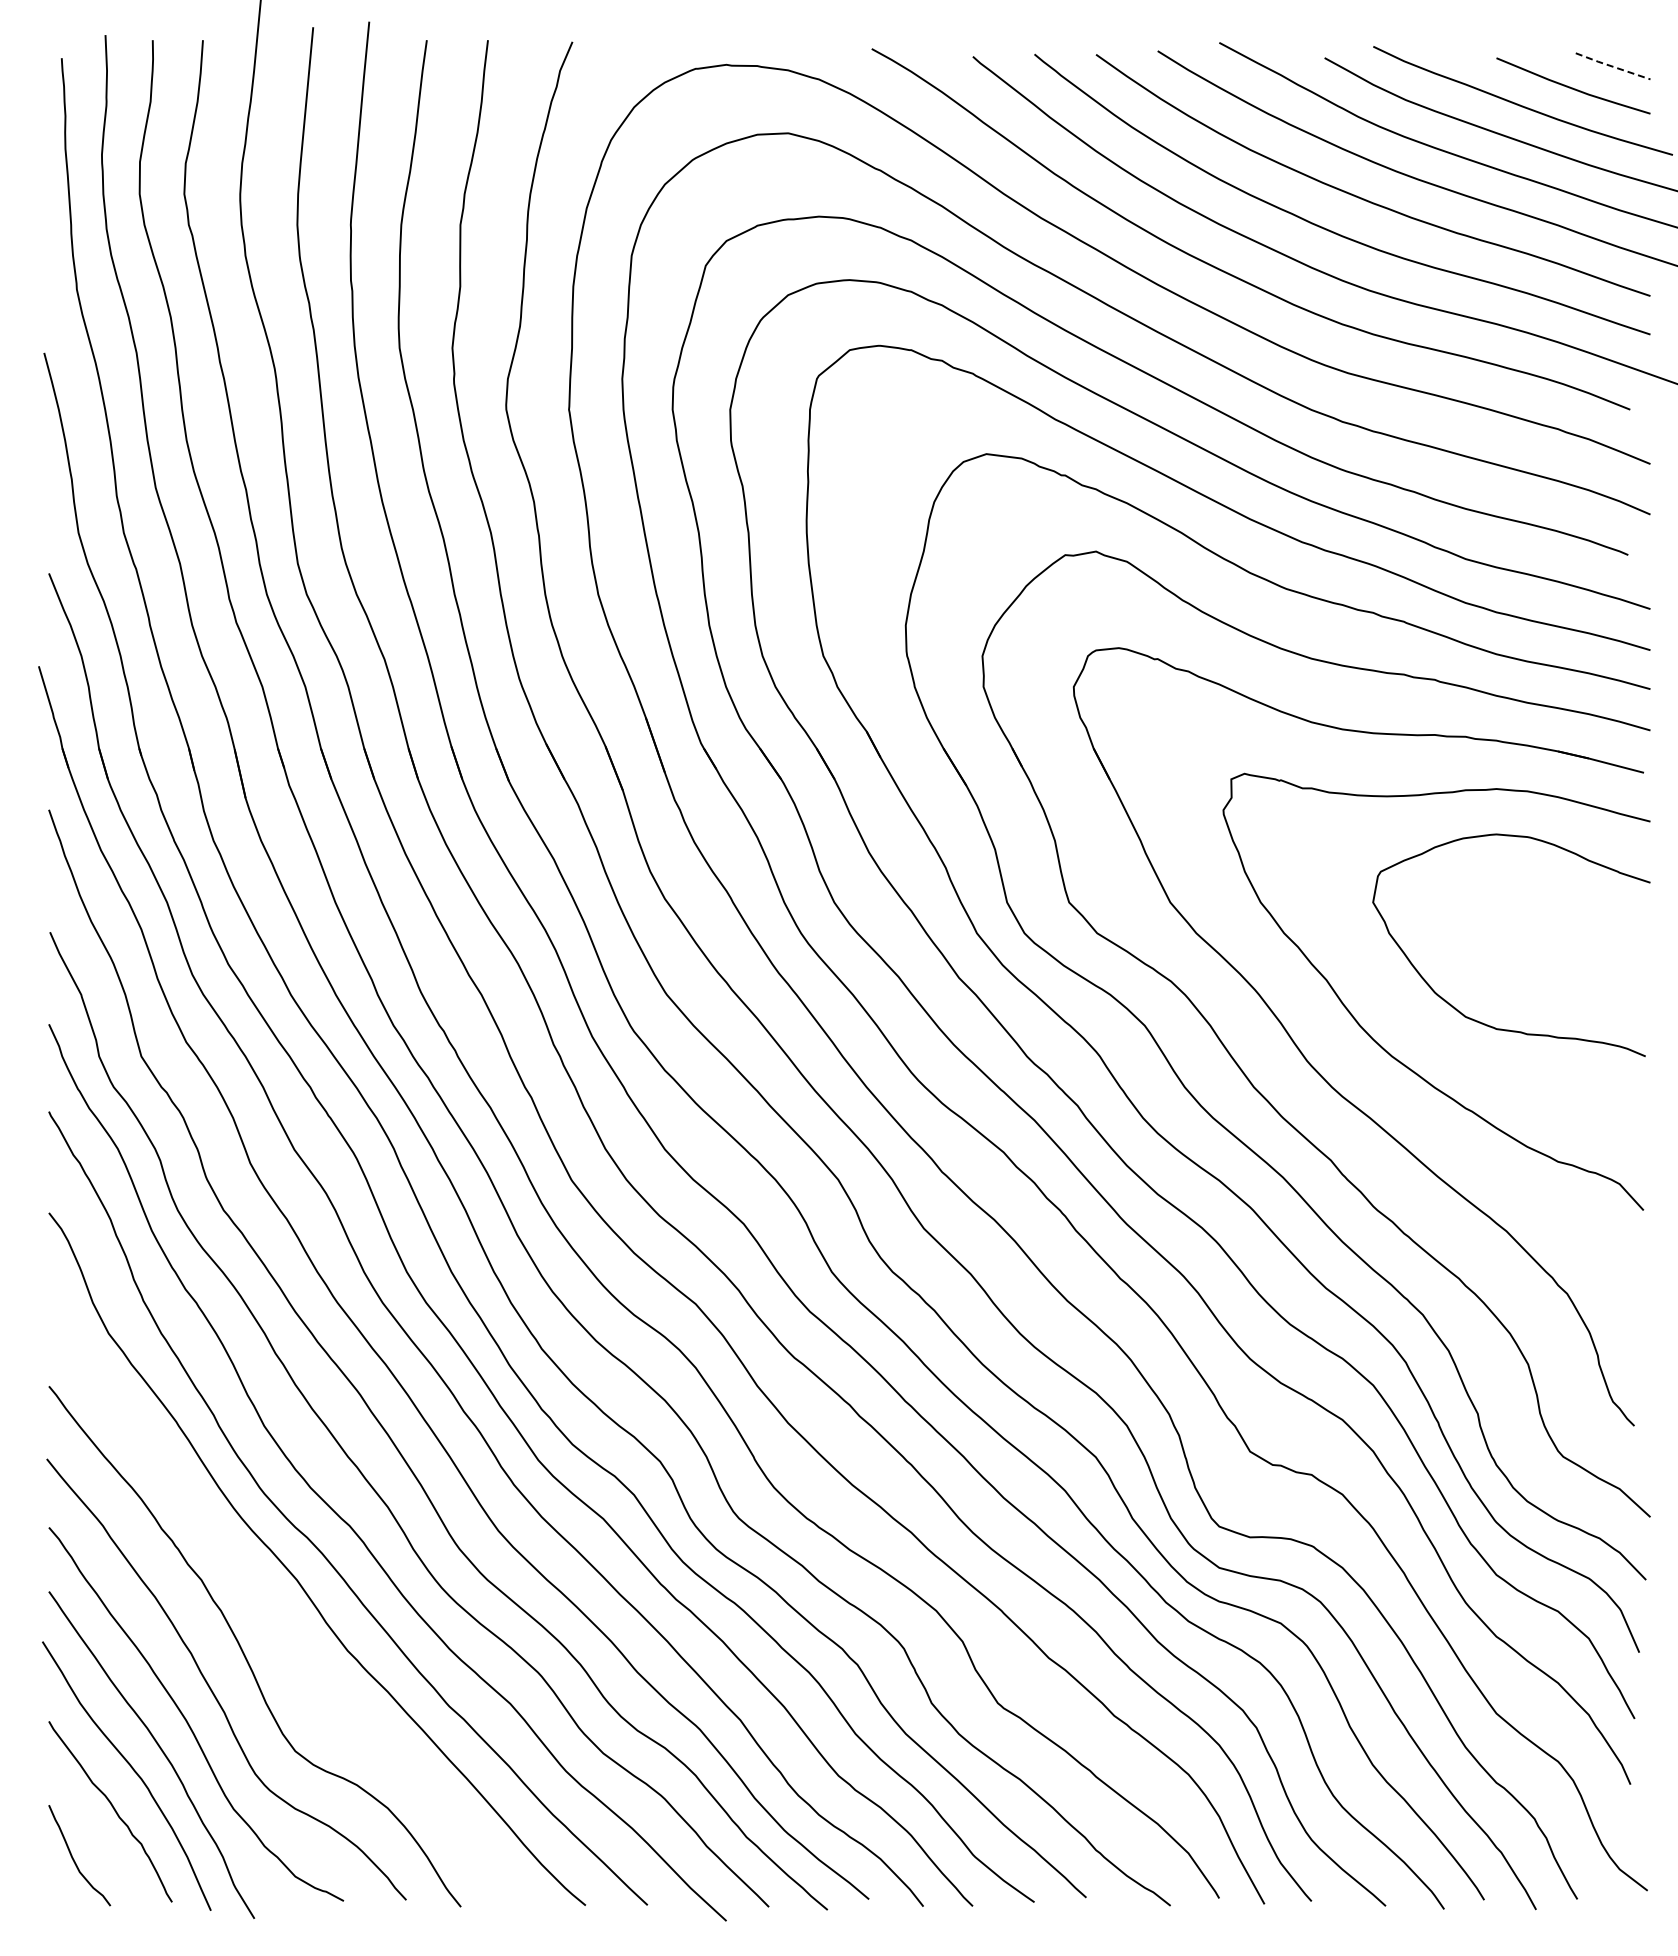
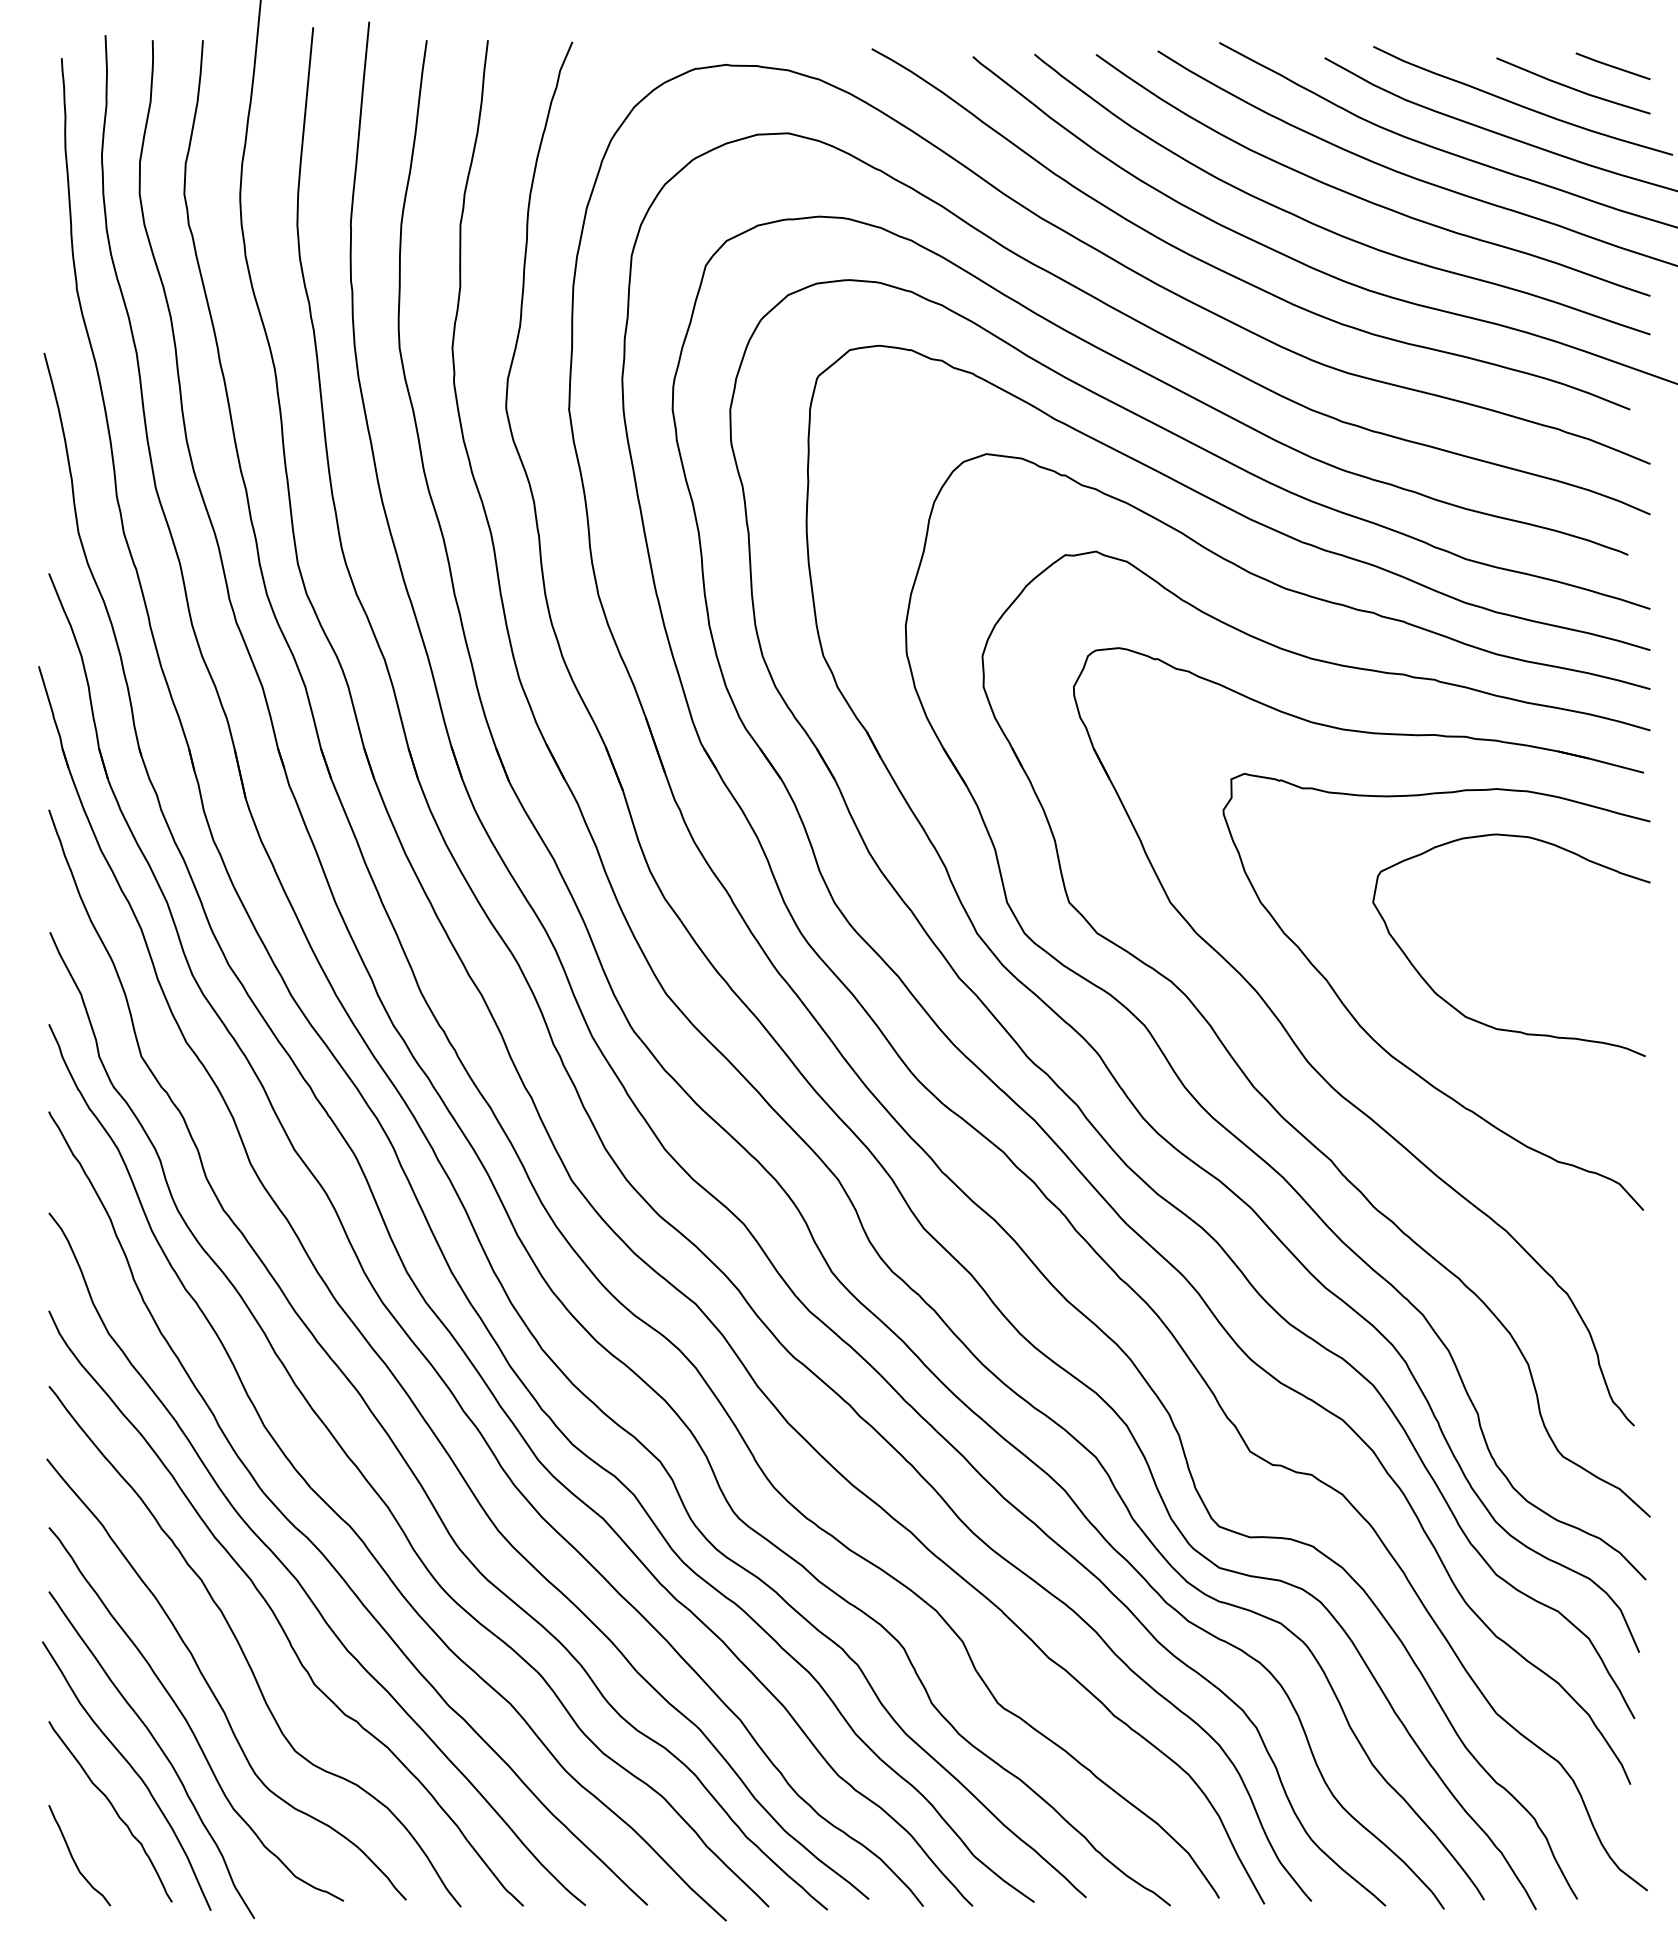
line at (1613, 66): dashed -> solid
curve at (275, 1614): none -> present
